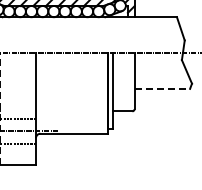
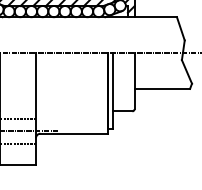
line at (162, 88): dashed -> solid
line at (0, 108): dashed -> solid
